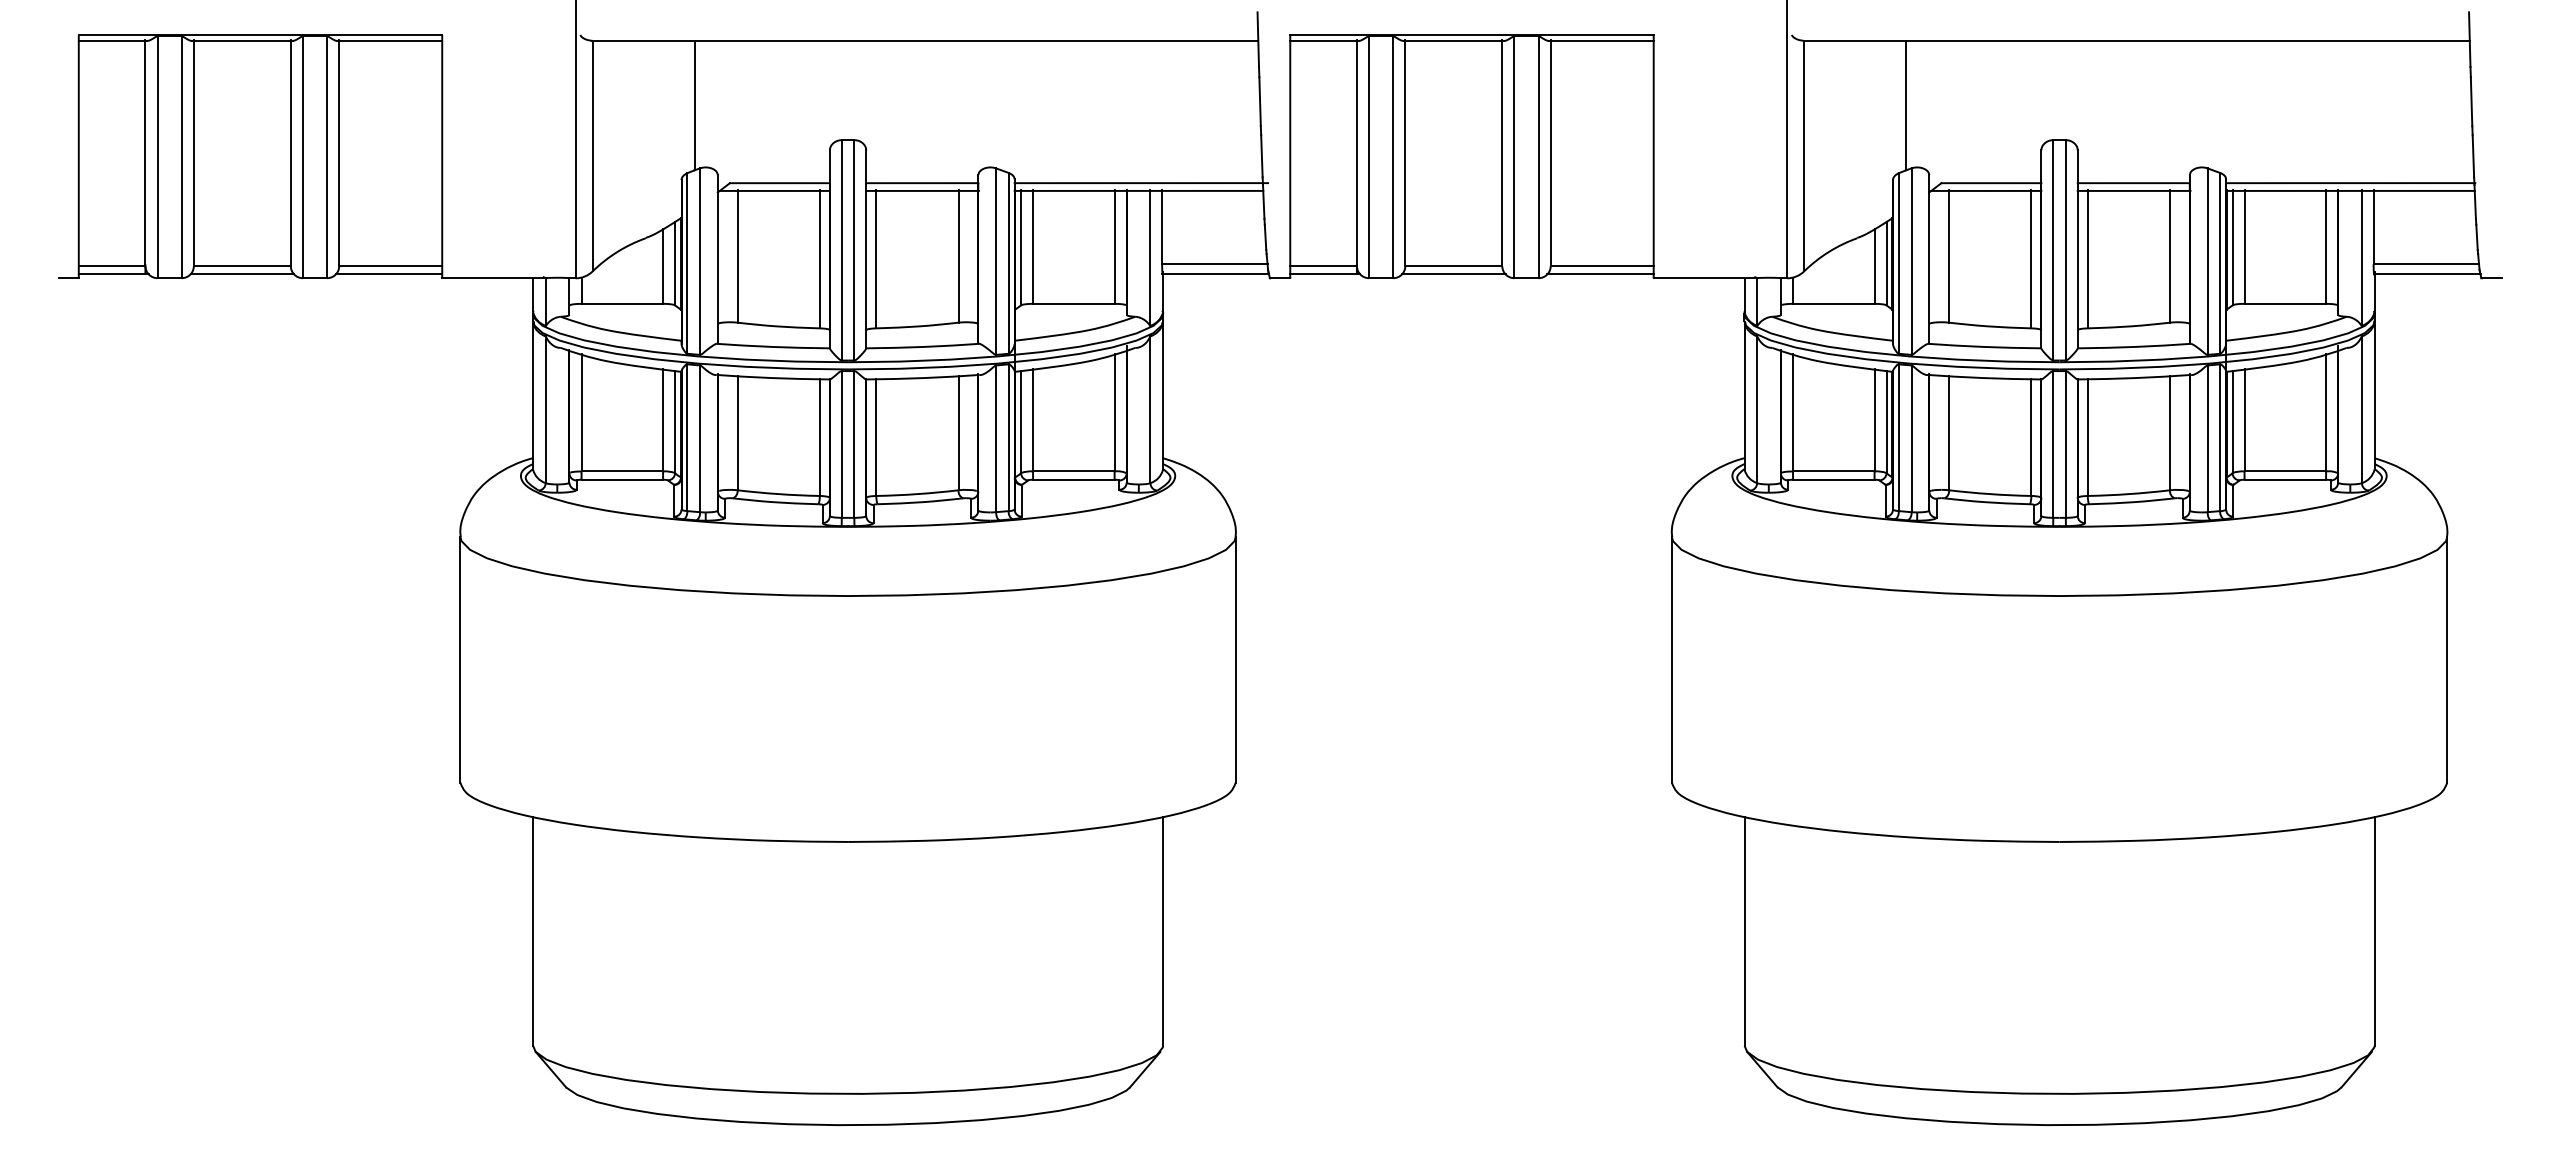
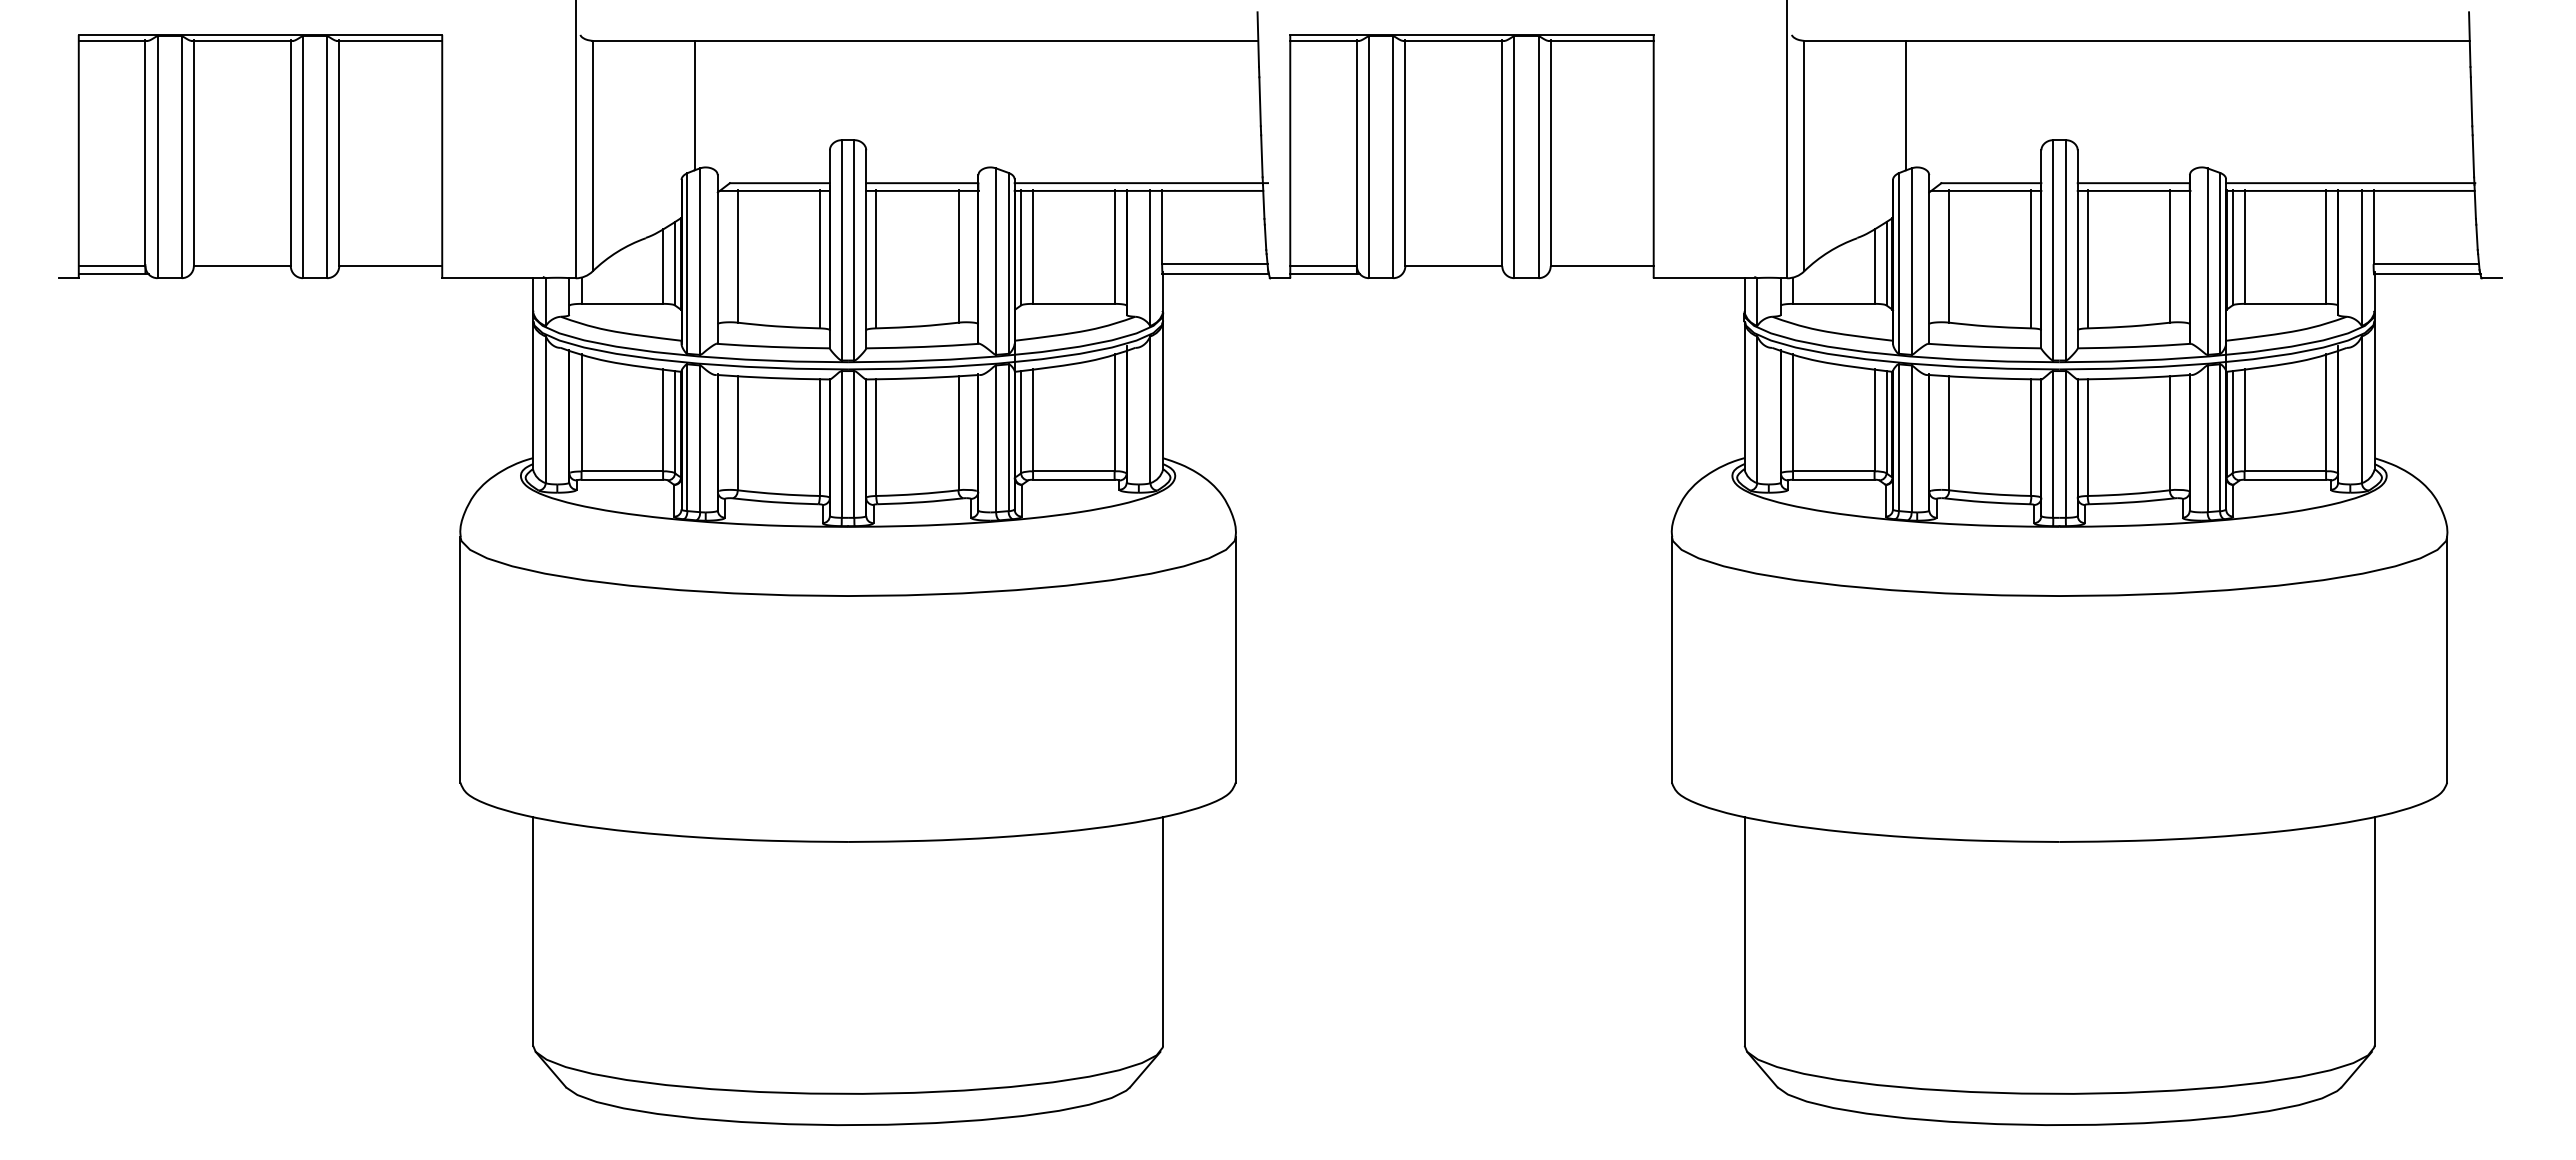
line at (242, 274): present -> none
line at (388, 274): present -> none
line at (1453, 274): present -> none
line at (1600, 274): present -> none
